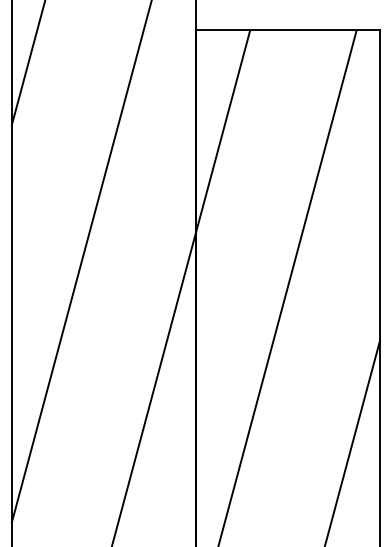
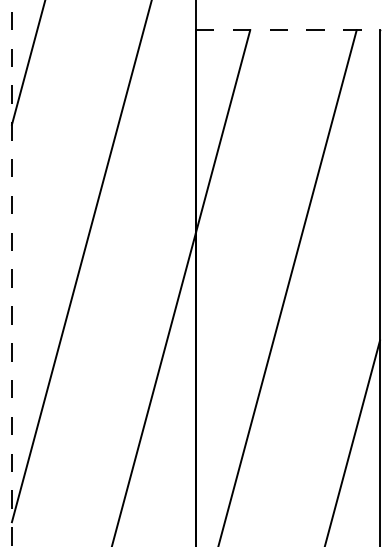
line at (288, 30): solid -> dashed
line at (11, 273): solid -> dashed
